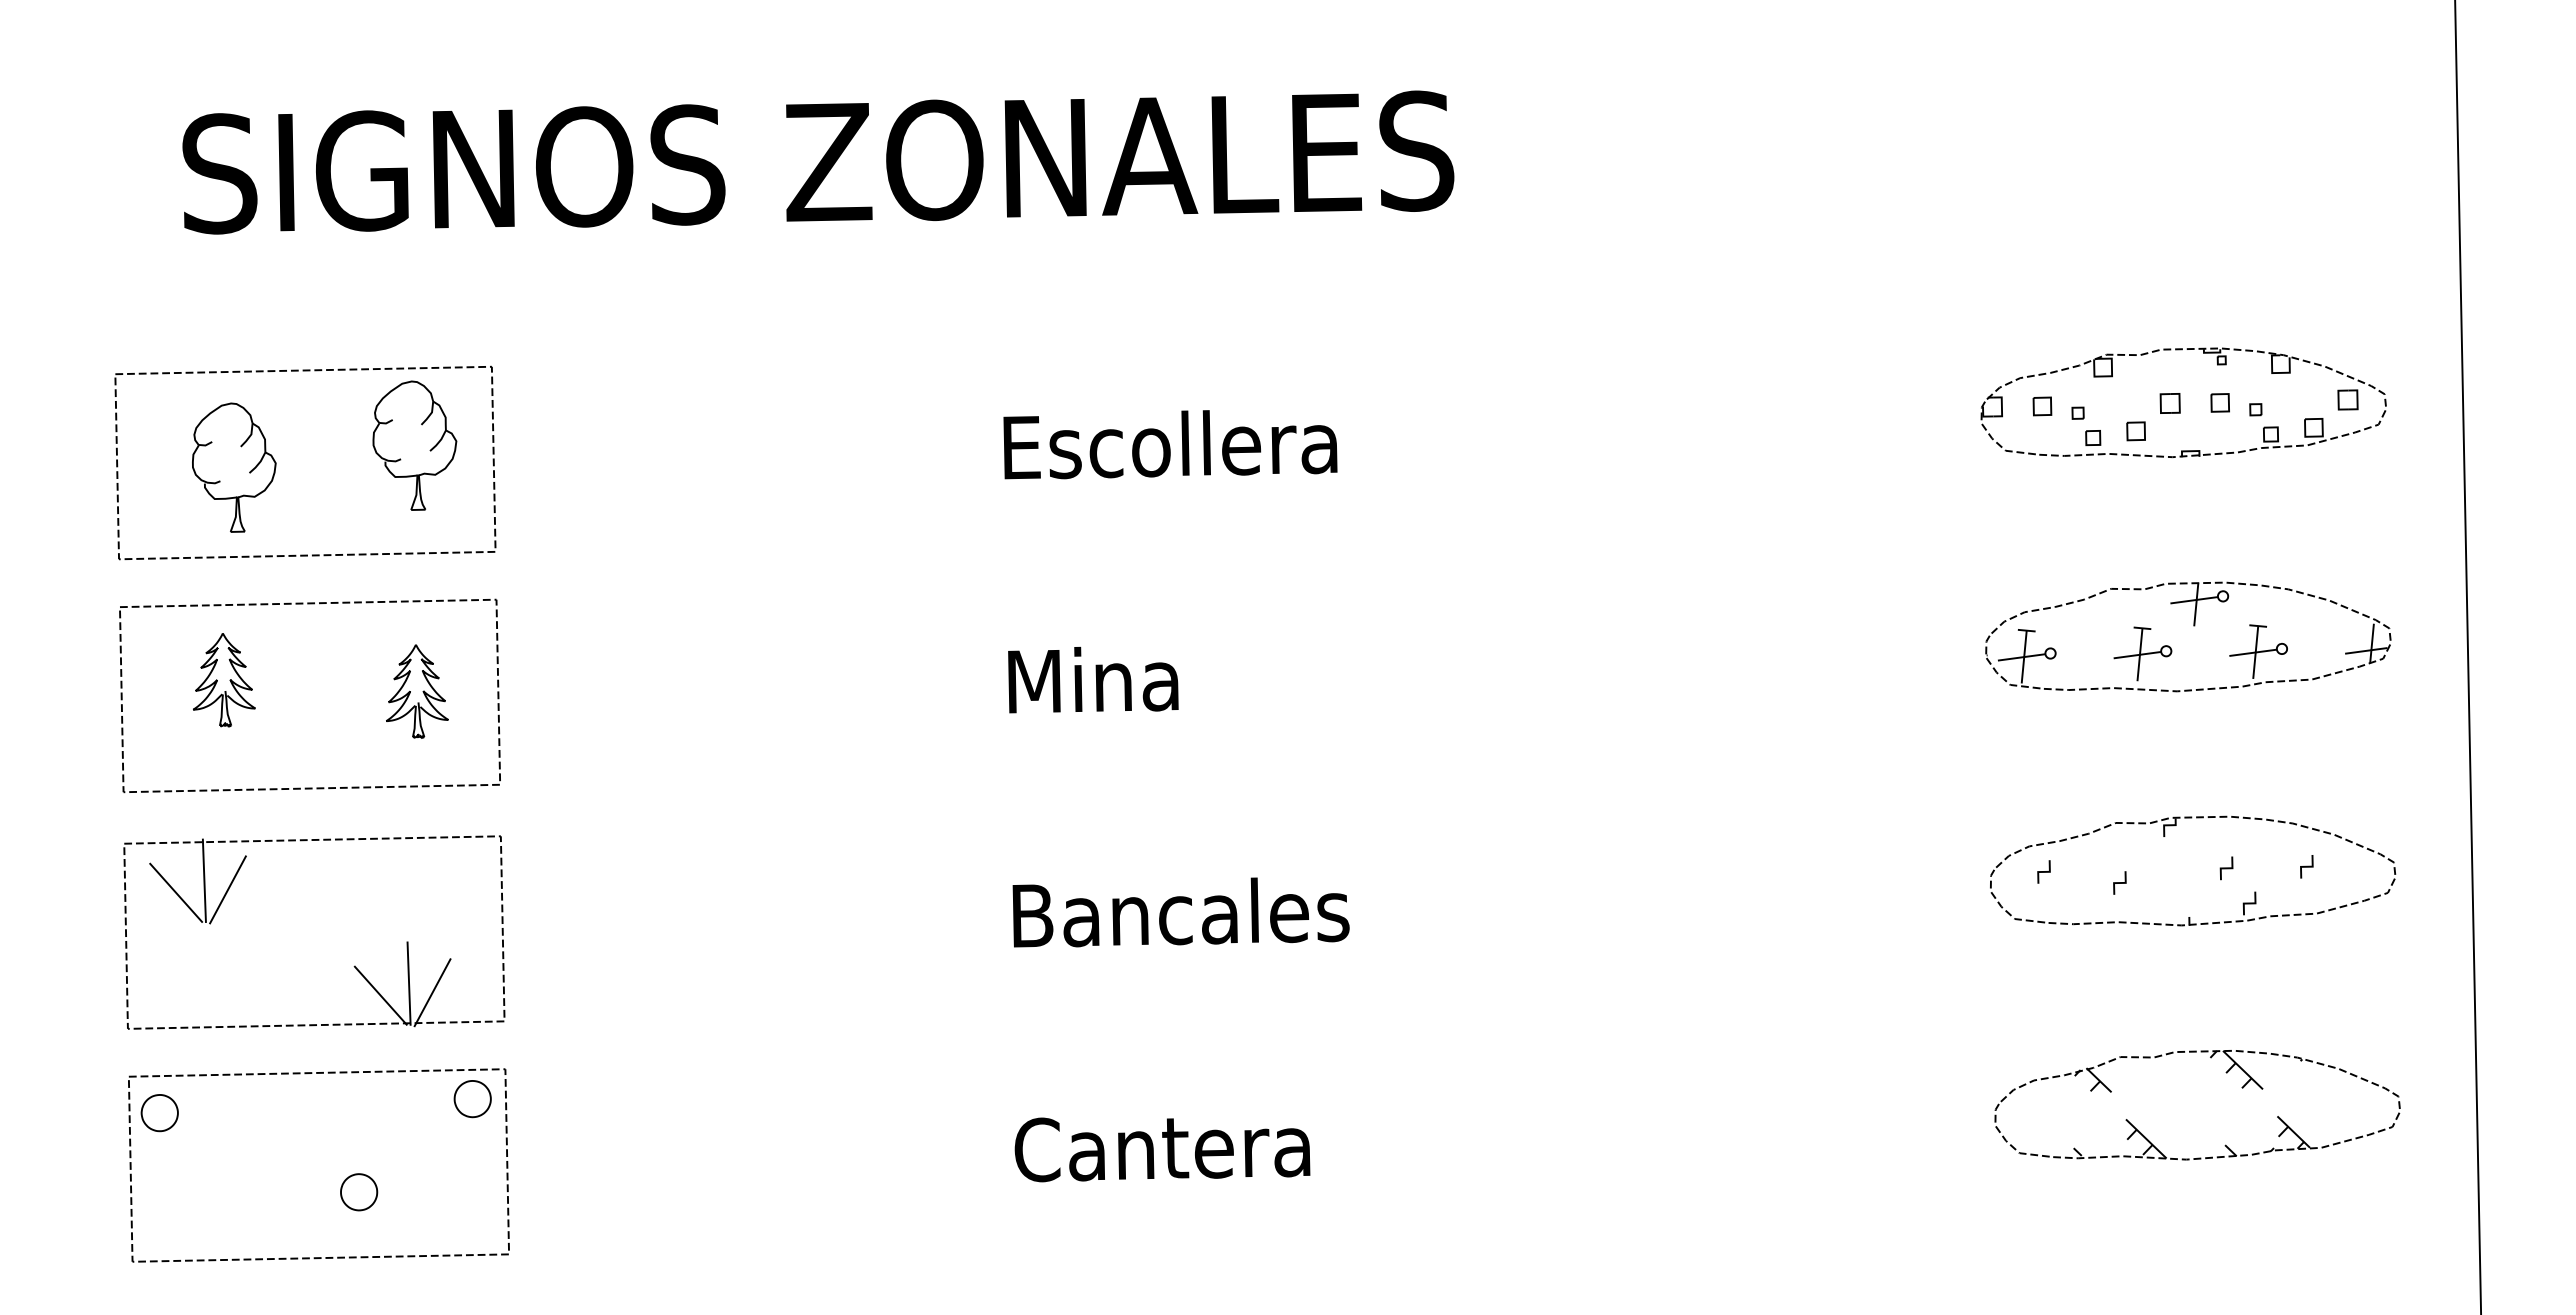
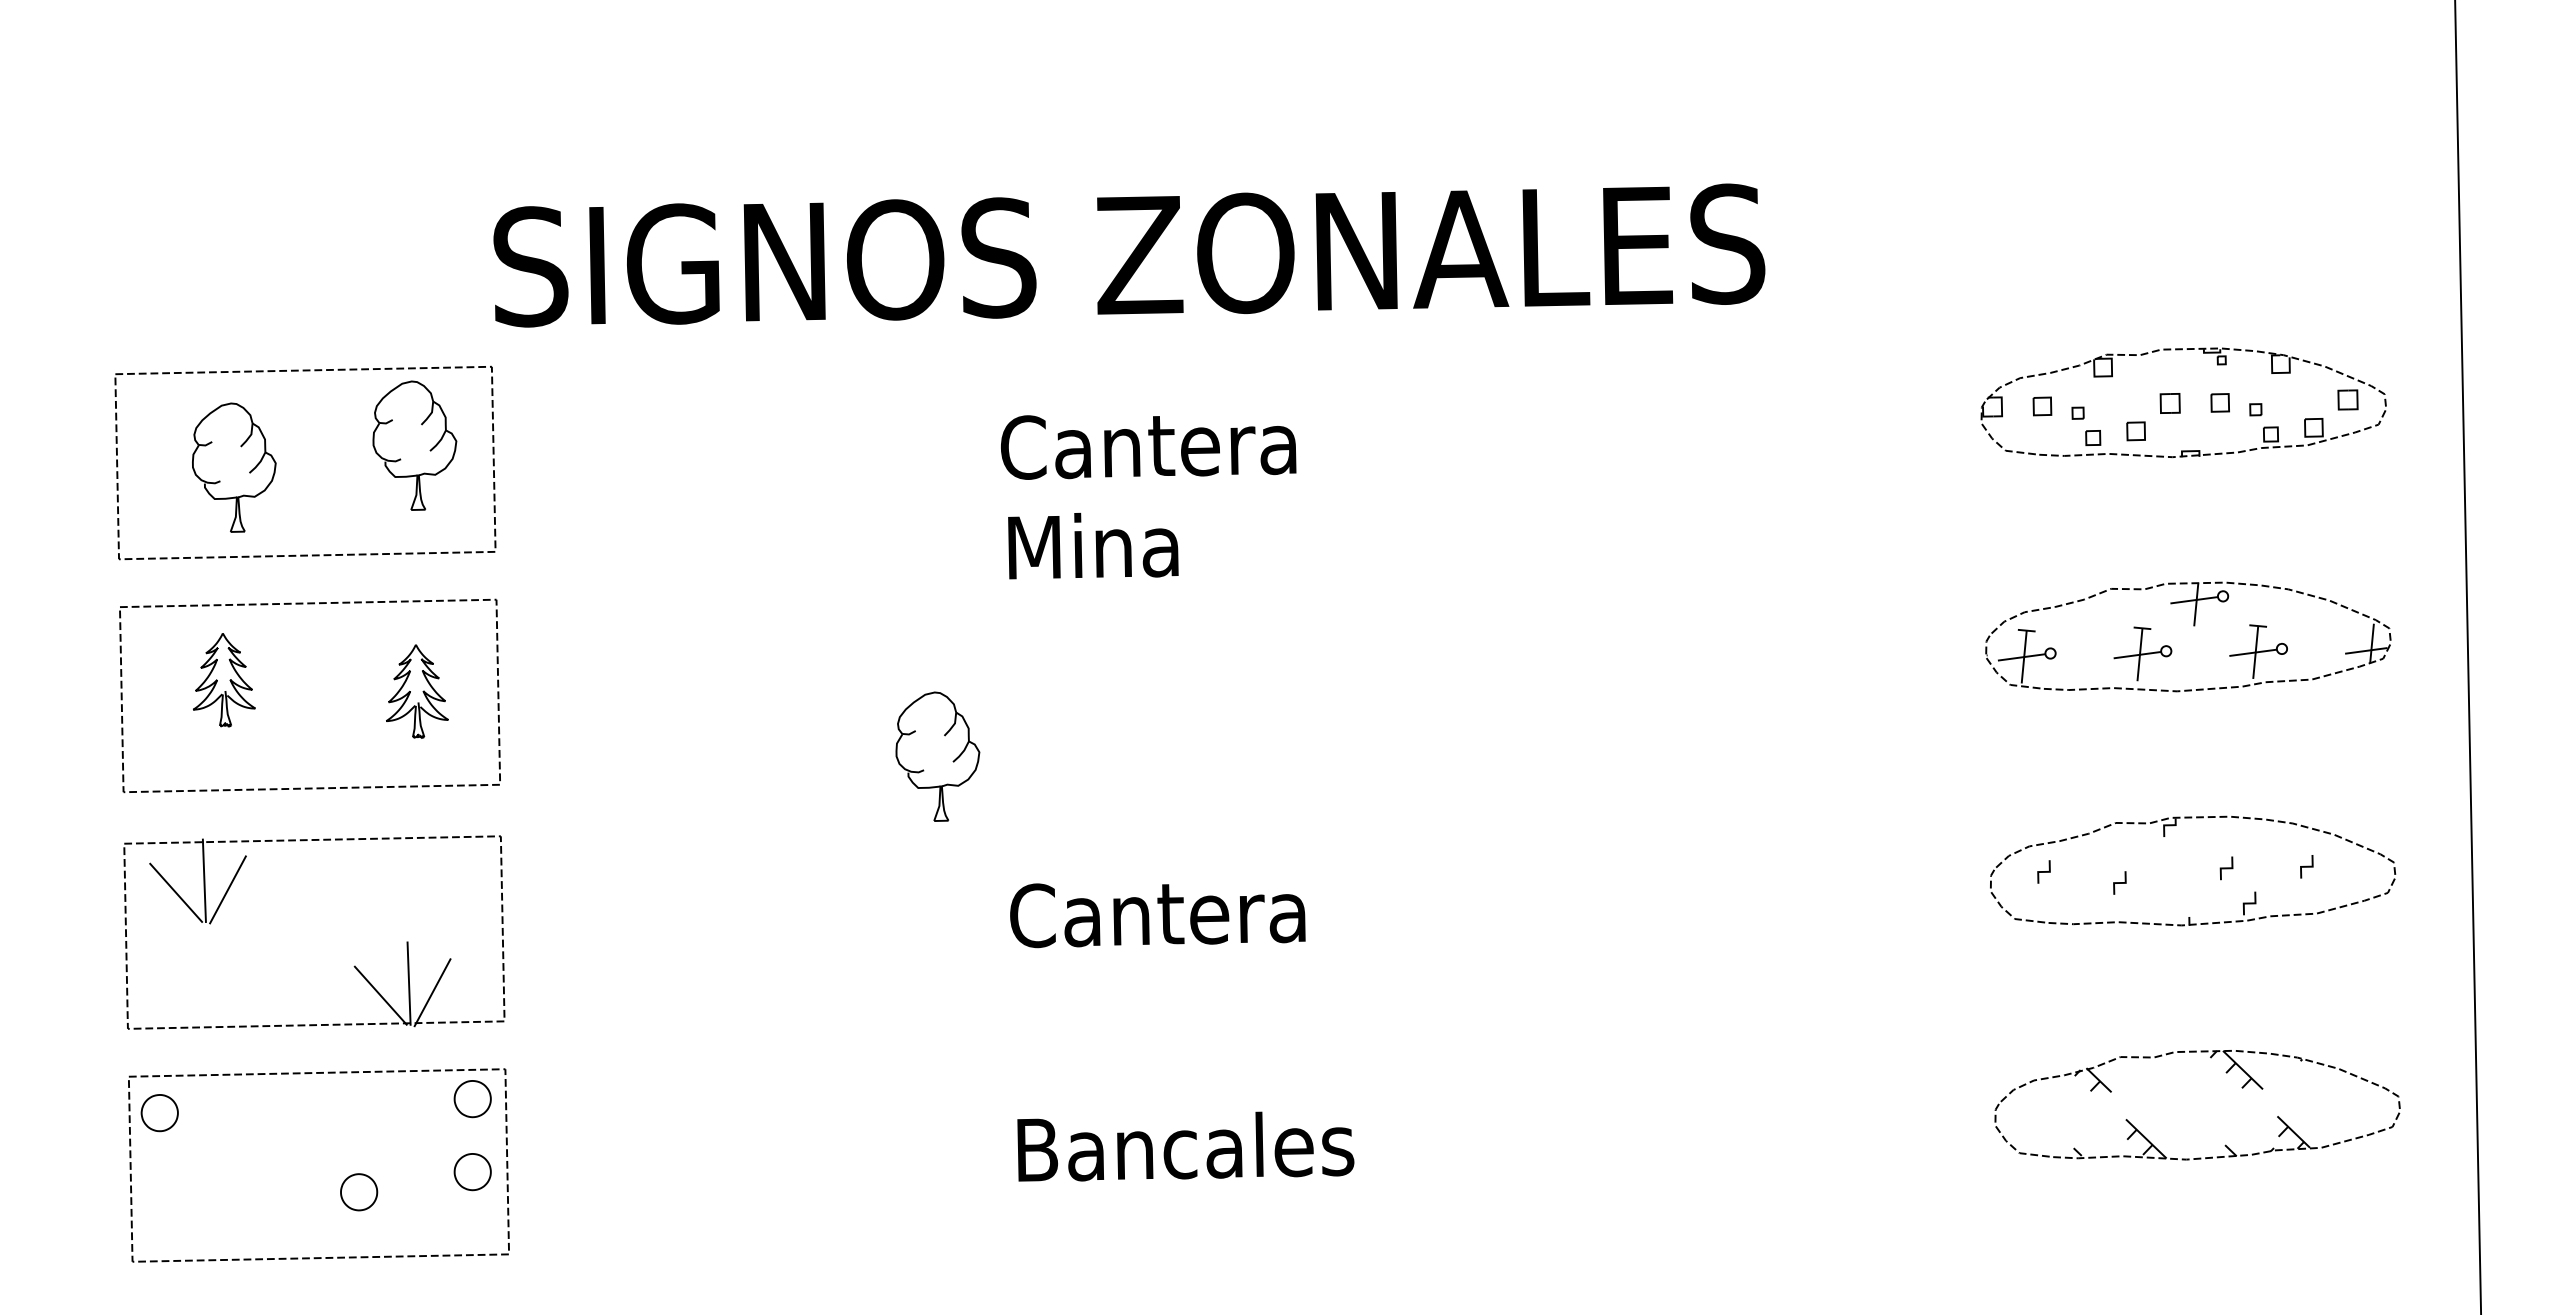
text at (818, 162) position: (818, 162) -> (1129, 255)
text at (1168, 444): Escollera -> Cantera
text at (1093, 679) position: (1093, 679) -> (1093, 545)
part at (937, 756): none -> present
text at (1179, 912): Bancales -> Cantera
text at (1184, 1146): Cantera -> Bancales
part at (472, 1172): none -> present
